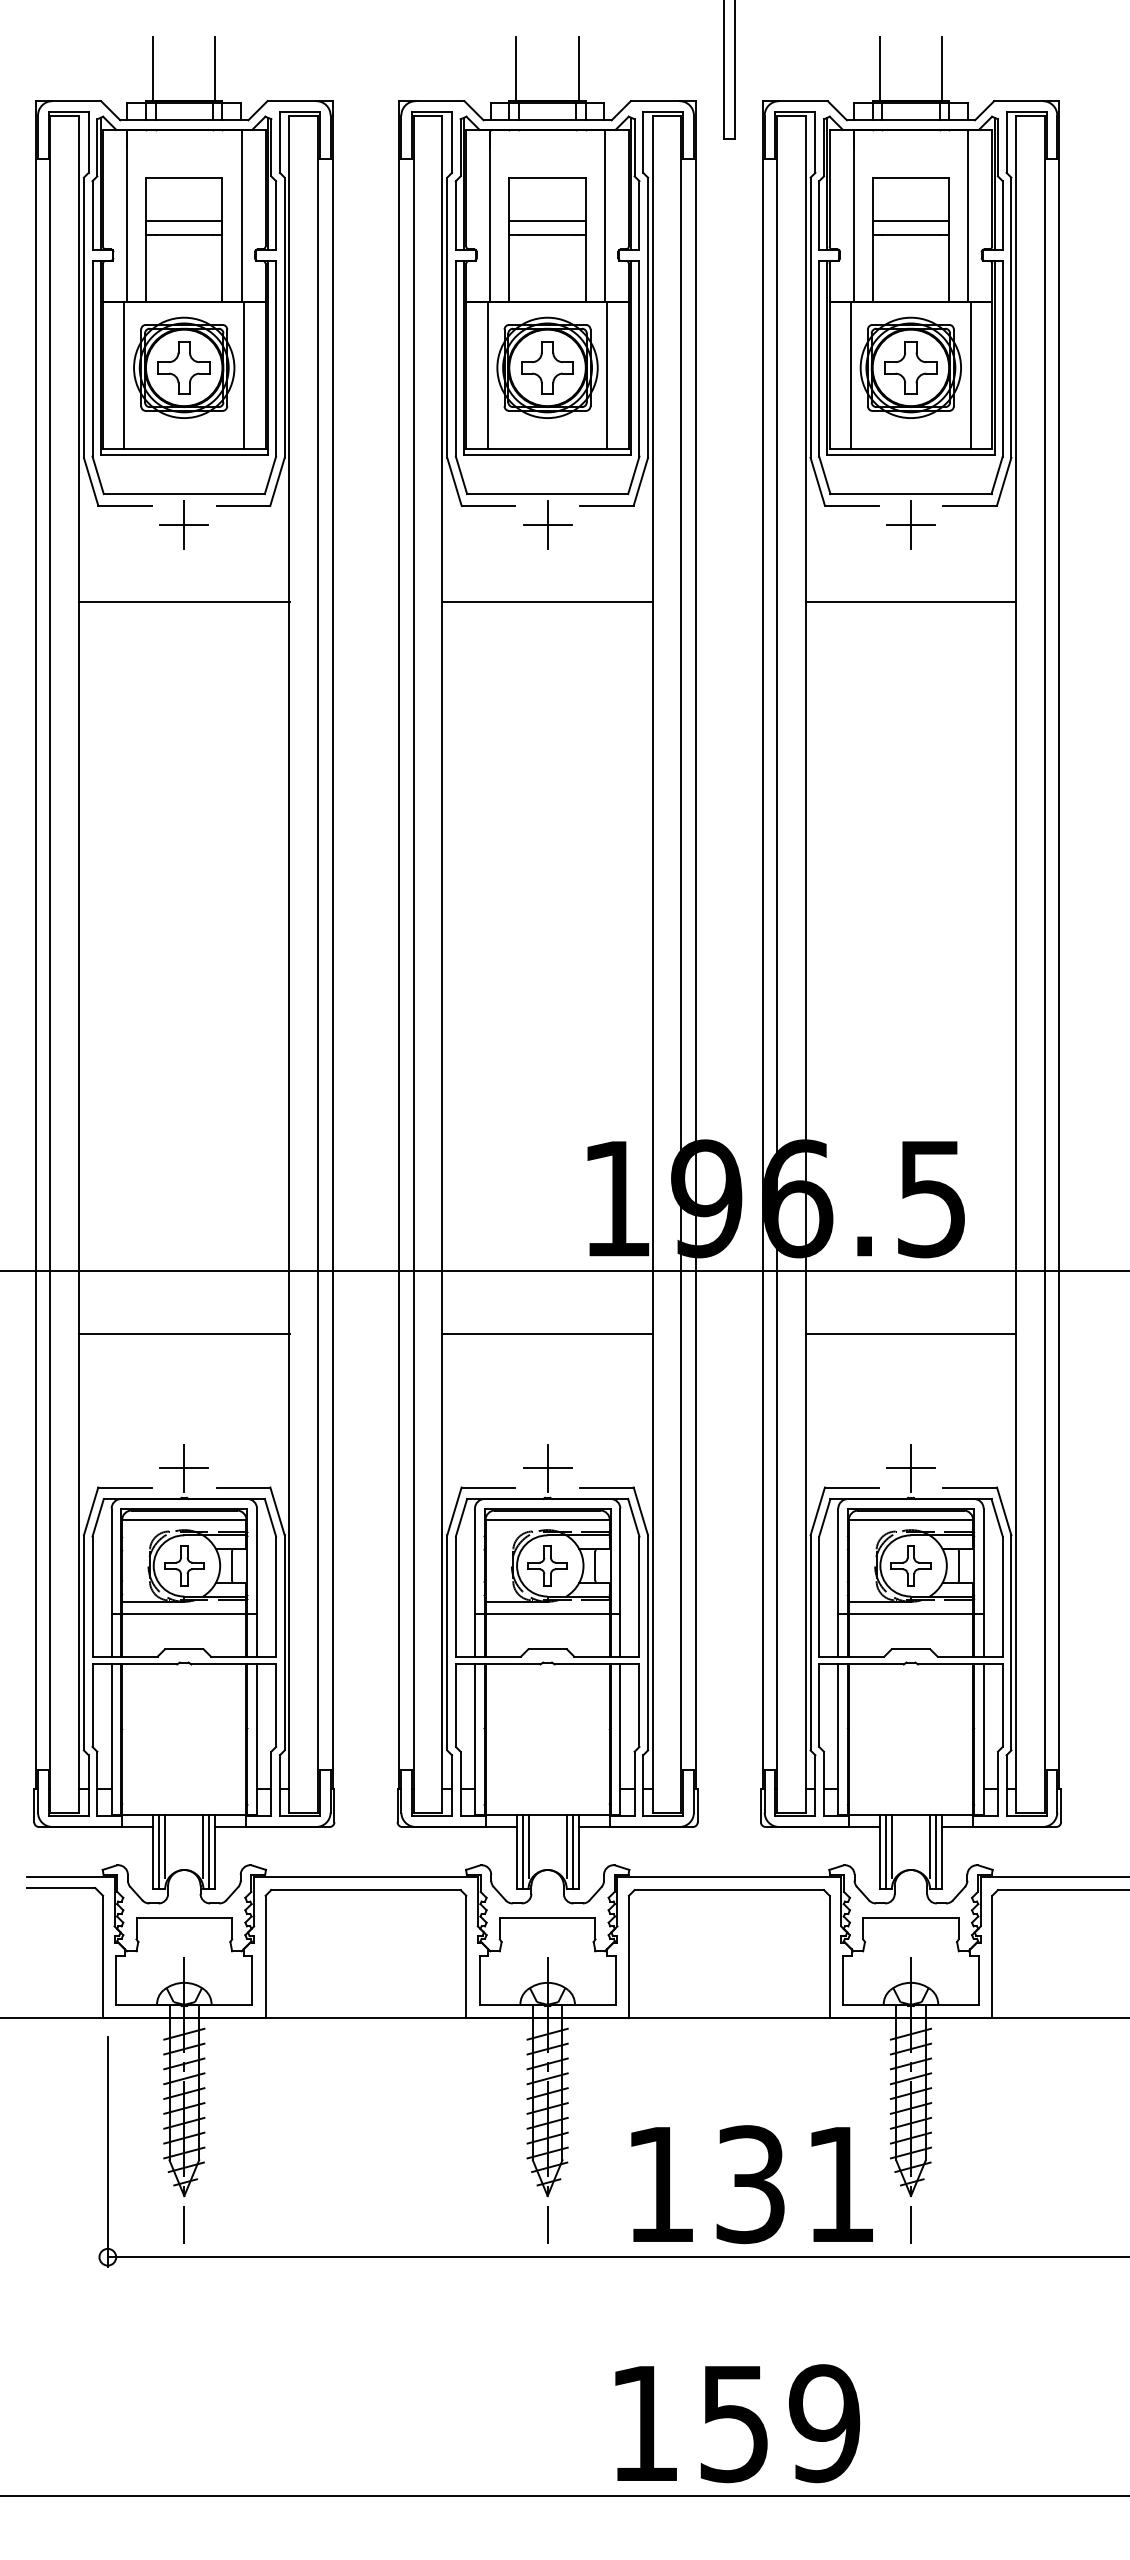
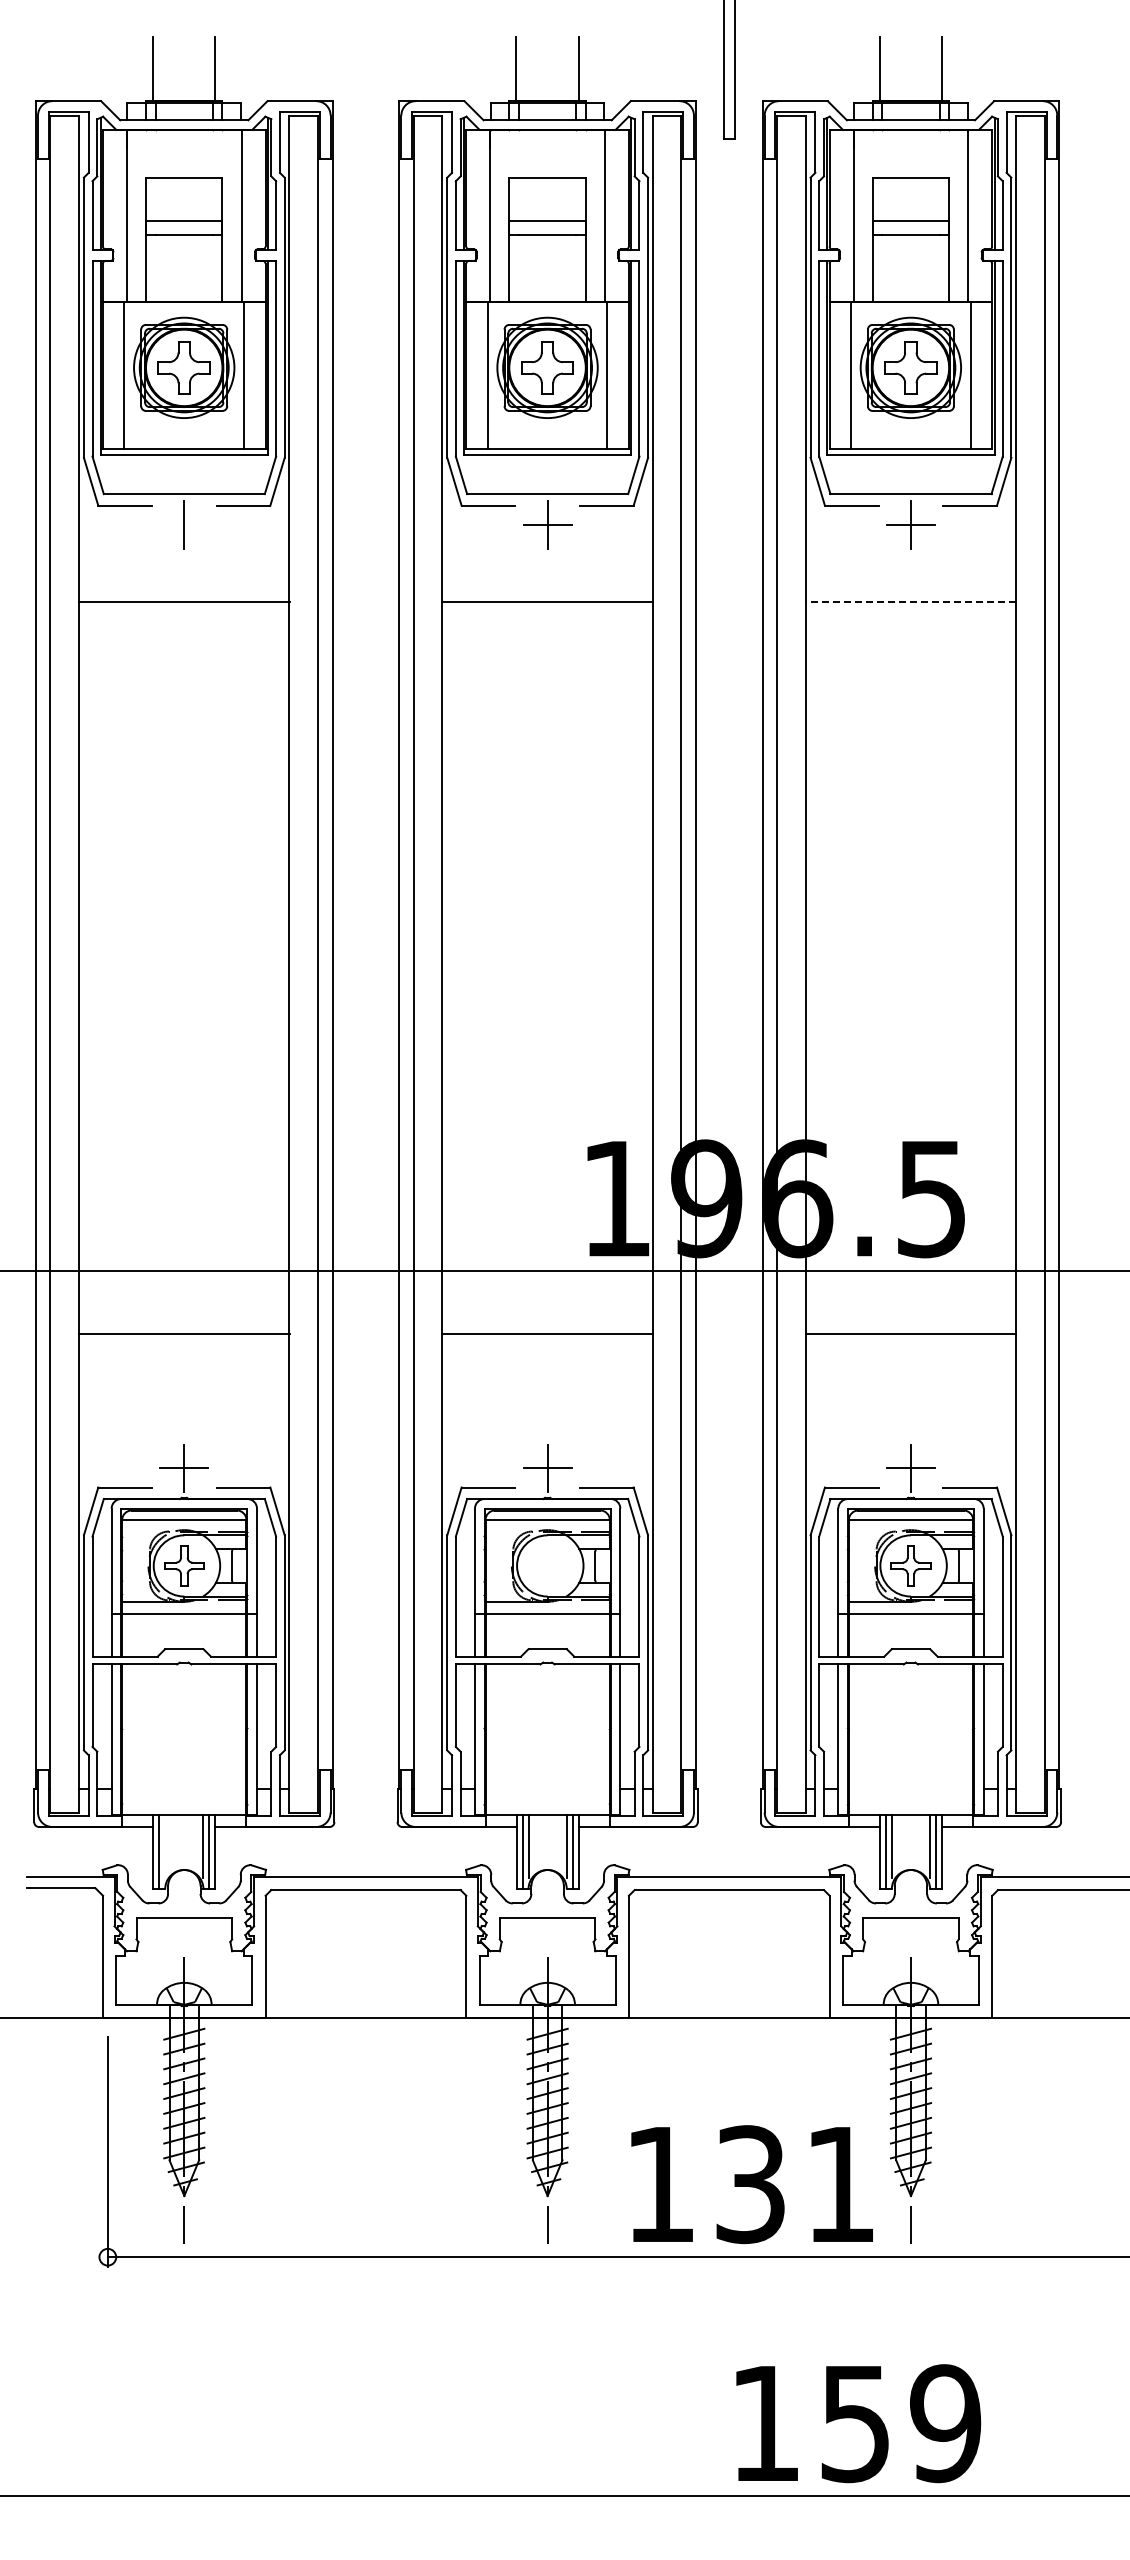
line at (184, 524): present -> none
line at (910, 602): solid -> dashed
part at (547, 1565): present -> none
line at (165, 1846): present -> none
text at (737, 2423) position: (737, 2423) -> (858, 2423)
